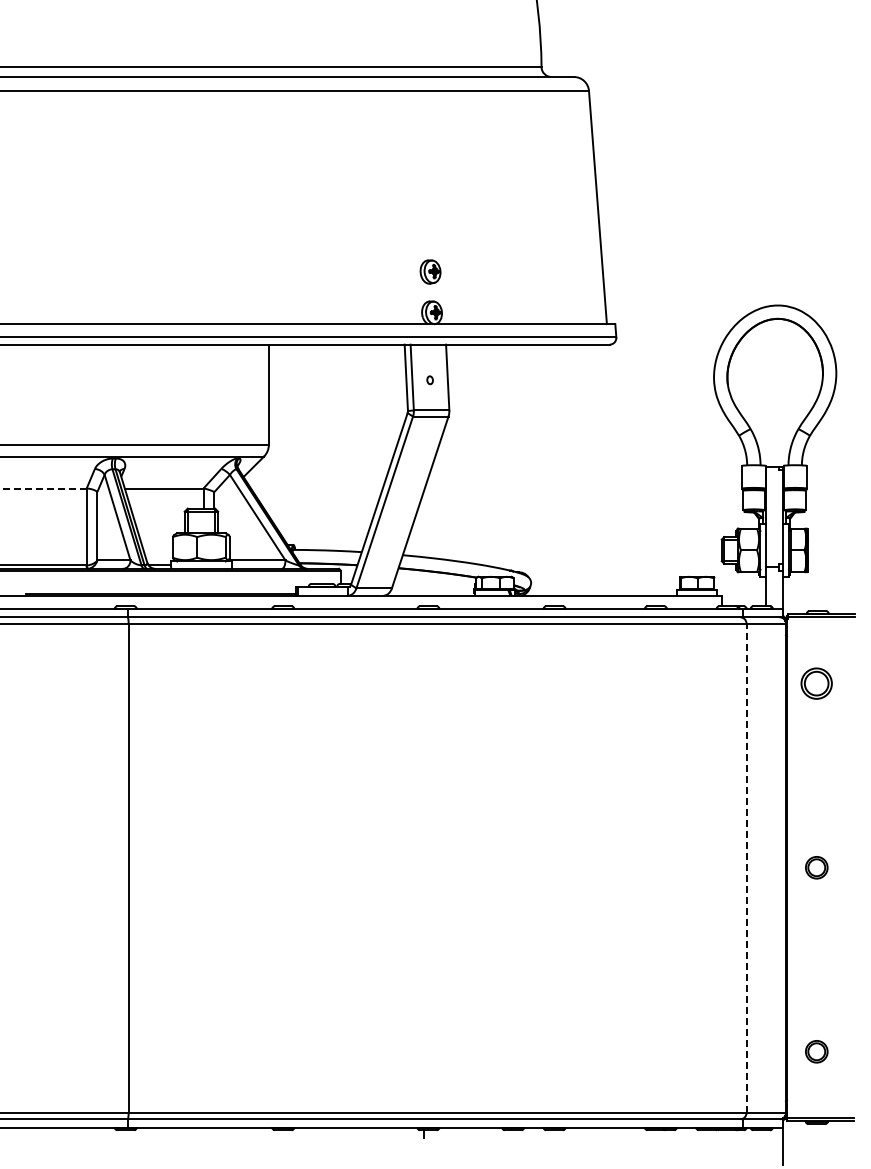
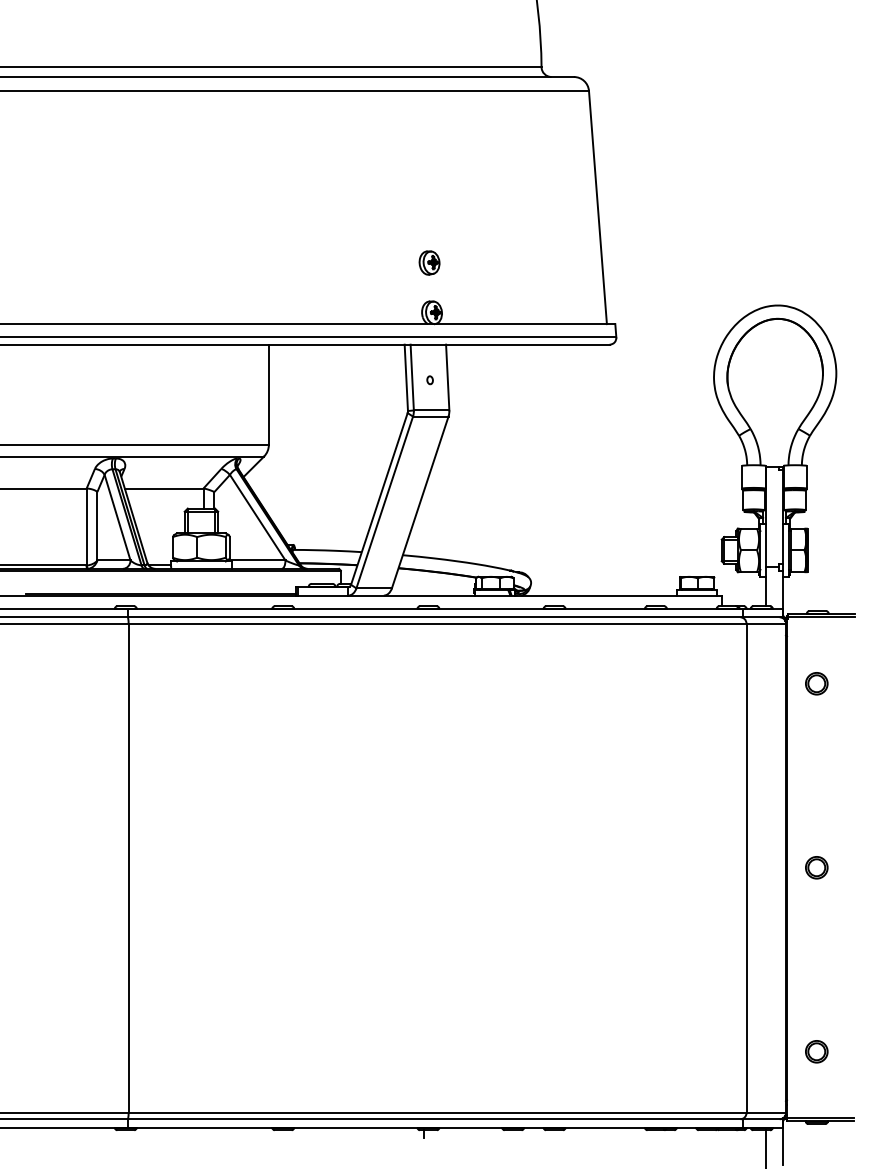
part at (430, 271) position: (430, 271) -> (429, 262)
line at (43, 488): dashed -> solid
part at (816, 683) size: 33x33 px -> 24x24 px
line at (746, 868): dashed -> solid
line at (765, 1147): none -> present
